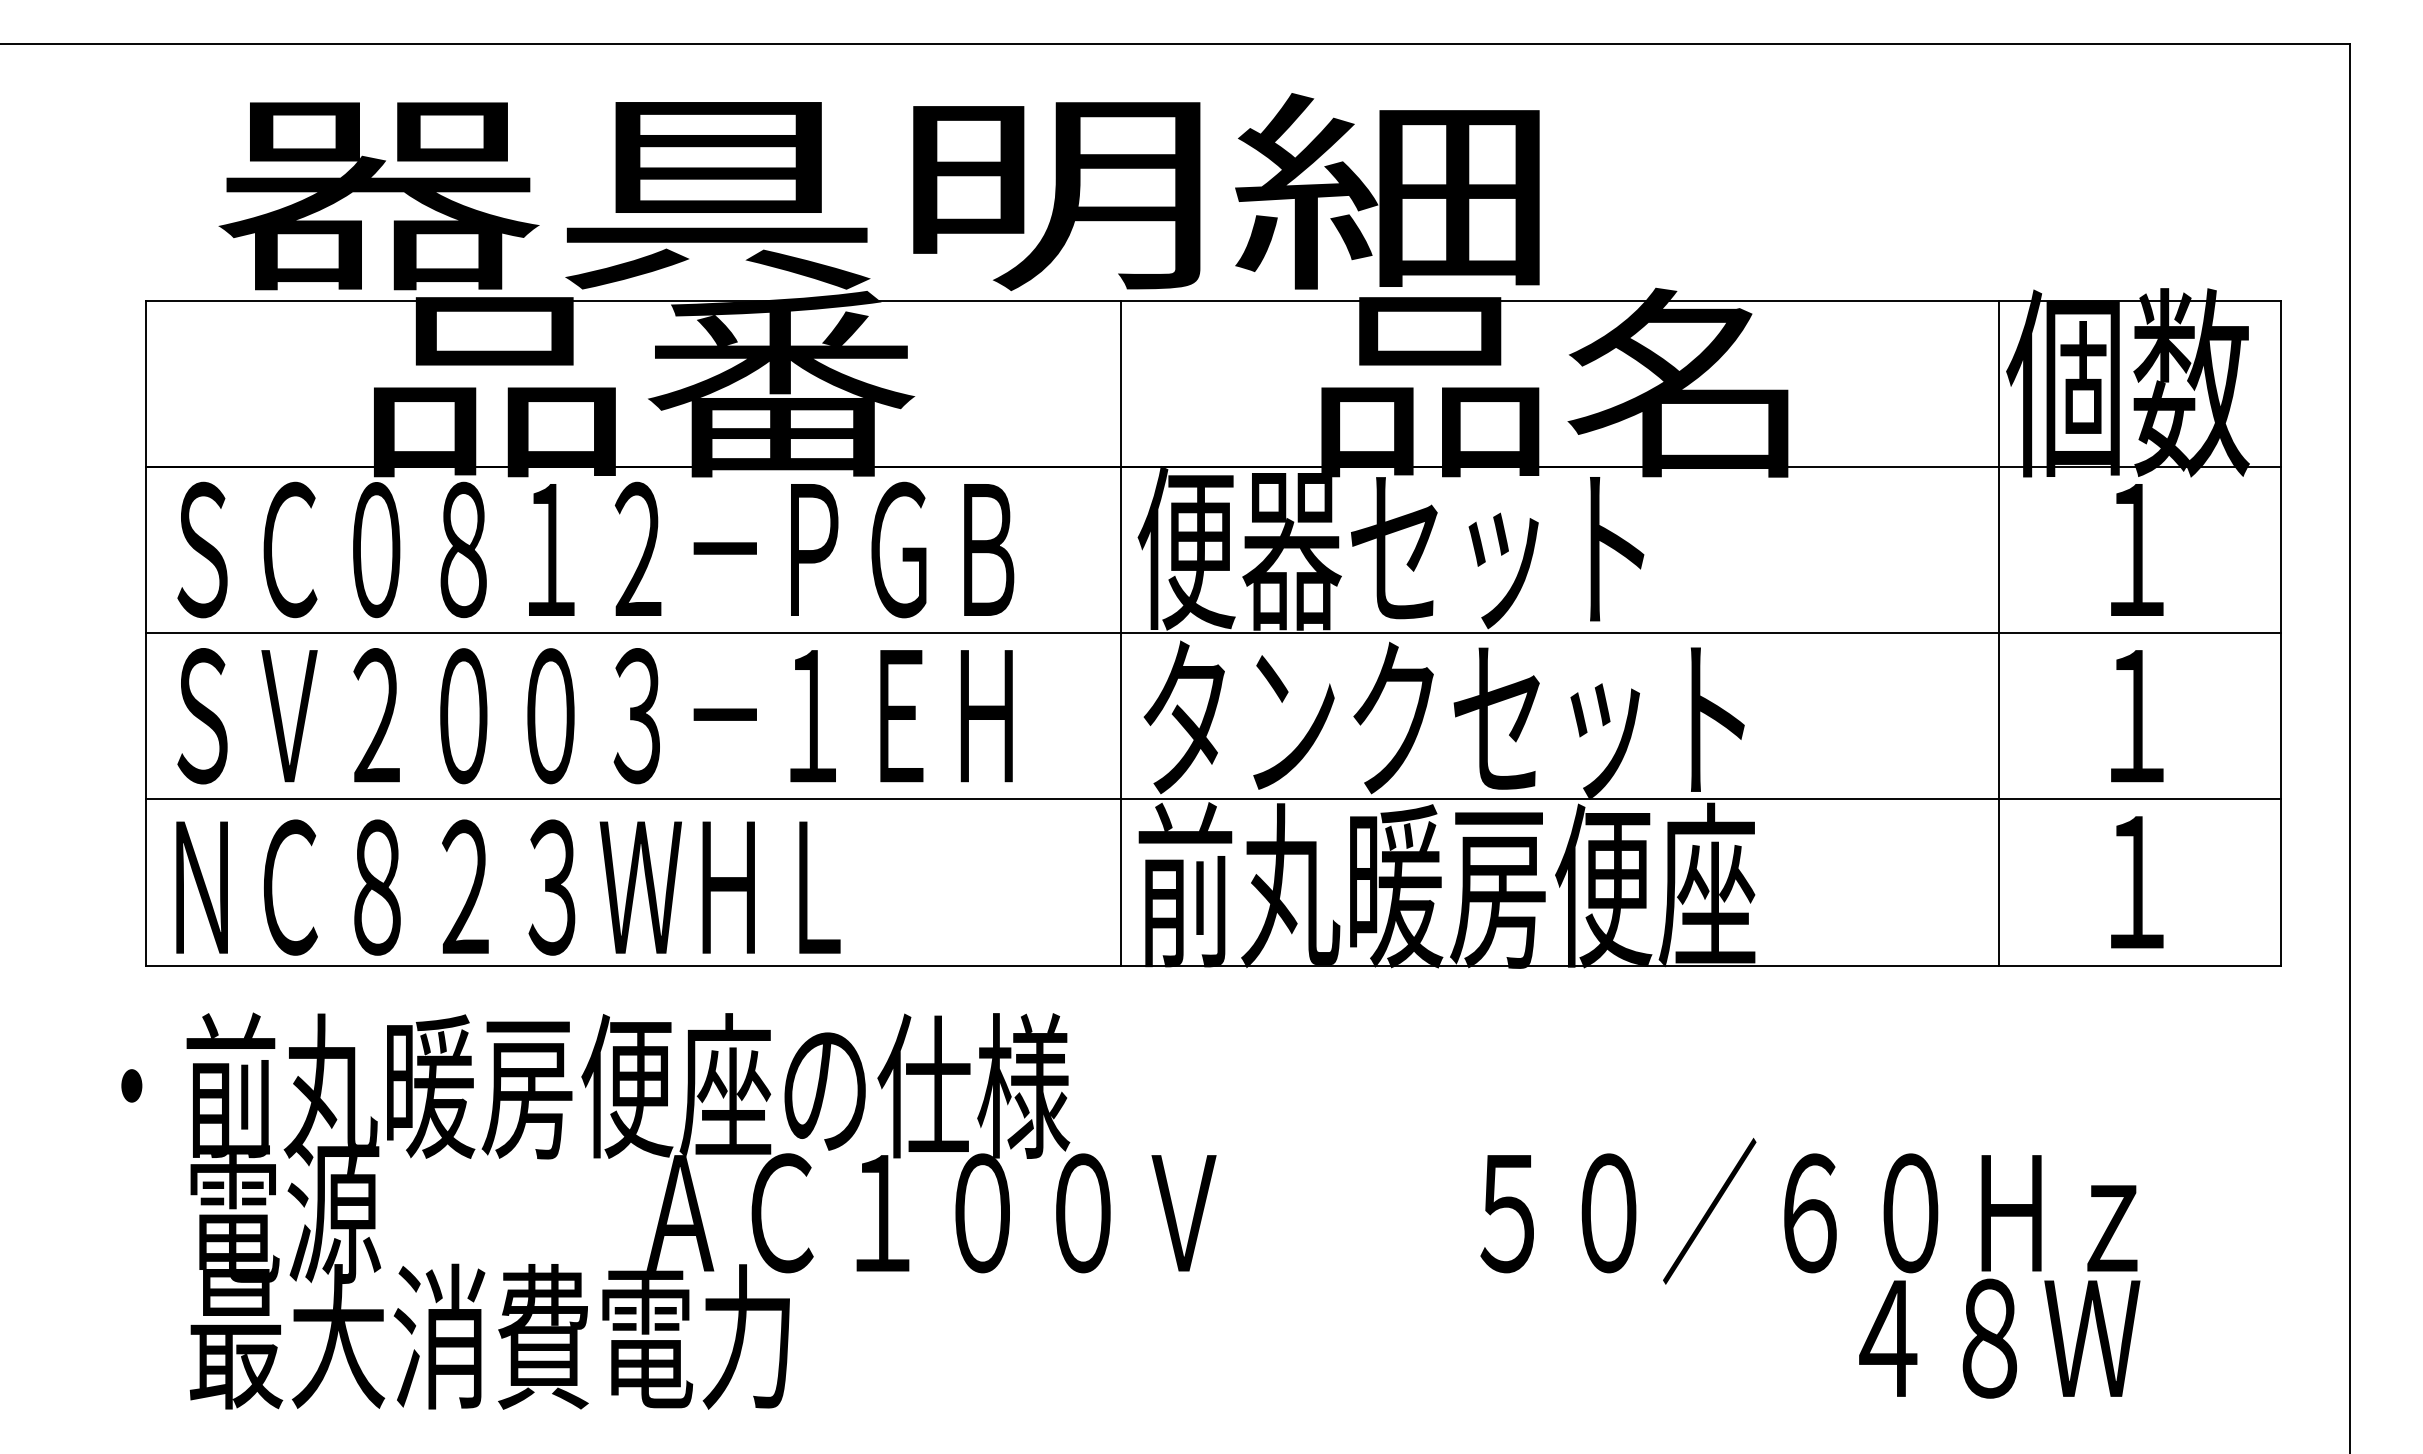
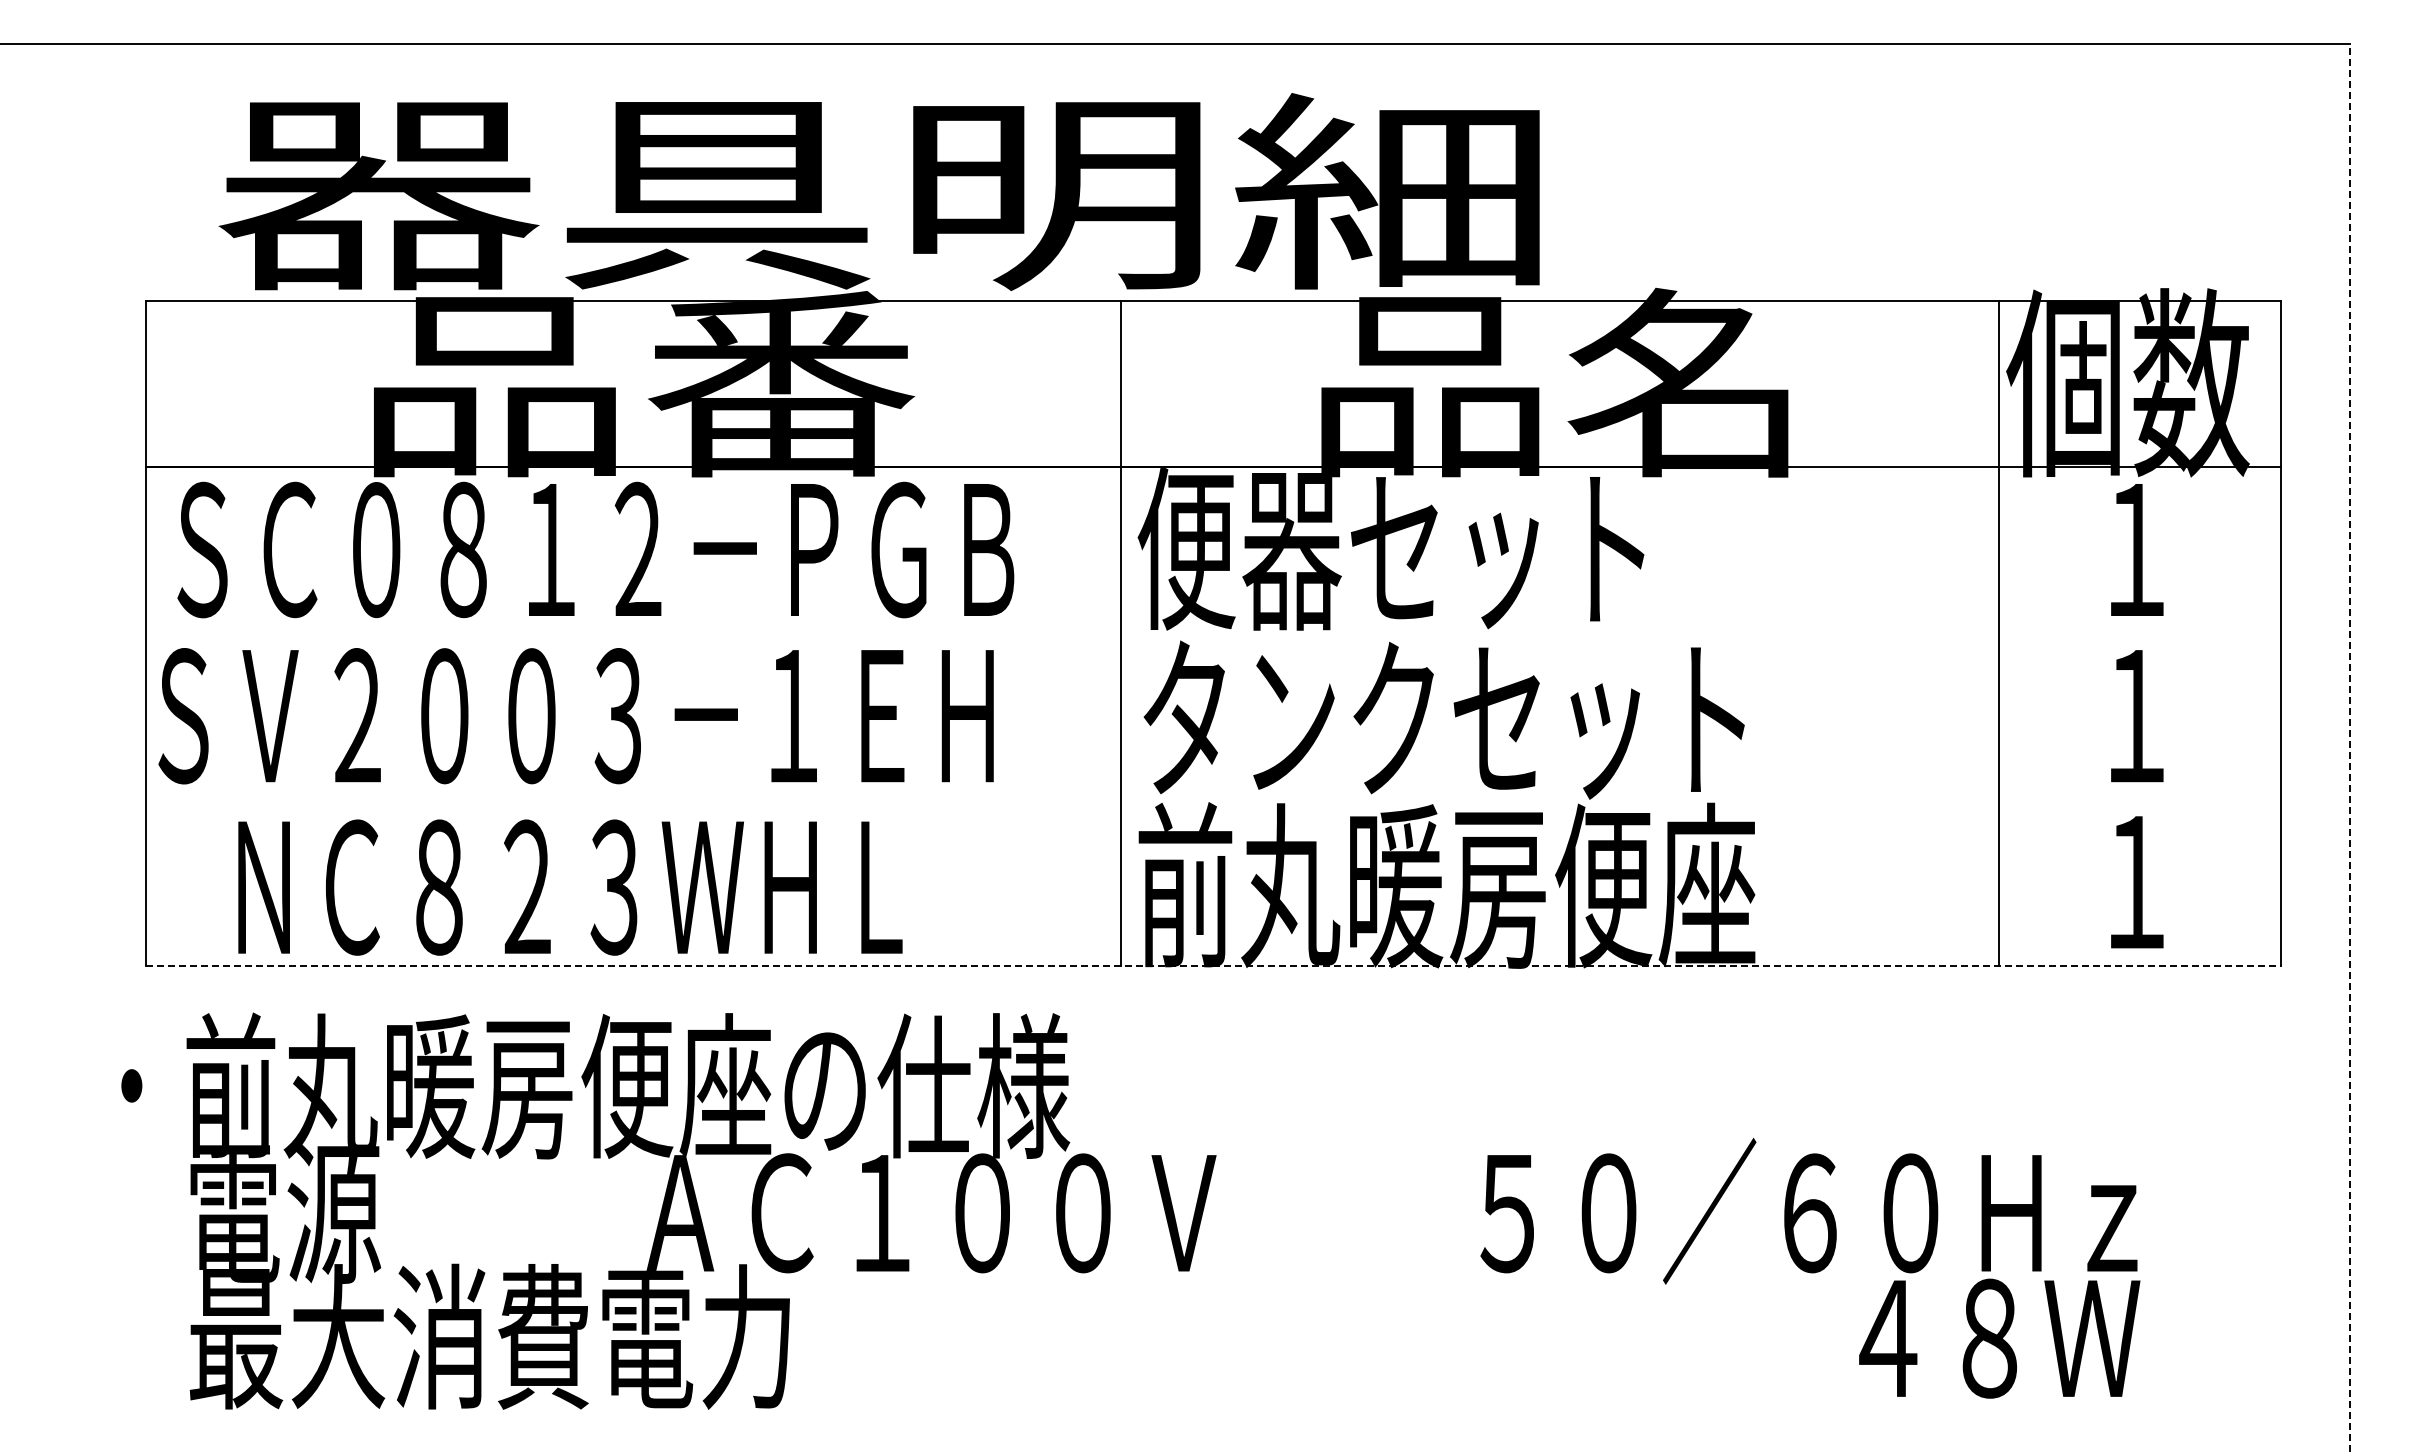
line at (1213, 633): present -> none
text at (594, 716) position: (594, 716) -> (575, 716)
line at (2350, 747): solid -> dashed
line at (1213, 799): present -> none
text at (508, 887) position: (508, 887) -> (570, 887)
line at (1213, 965): solid -> dashed
